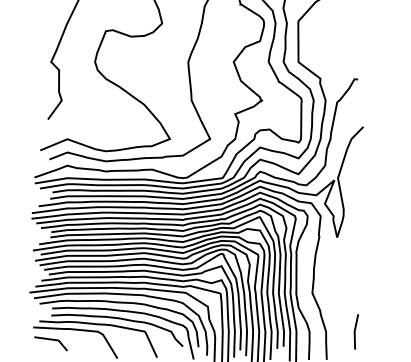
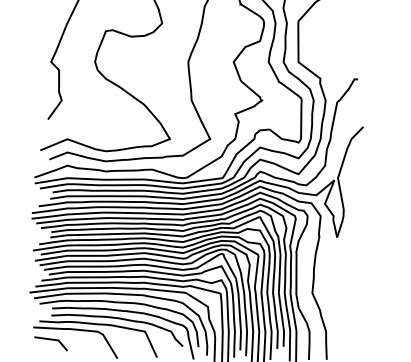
line at (355, 331): present -> none
